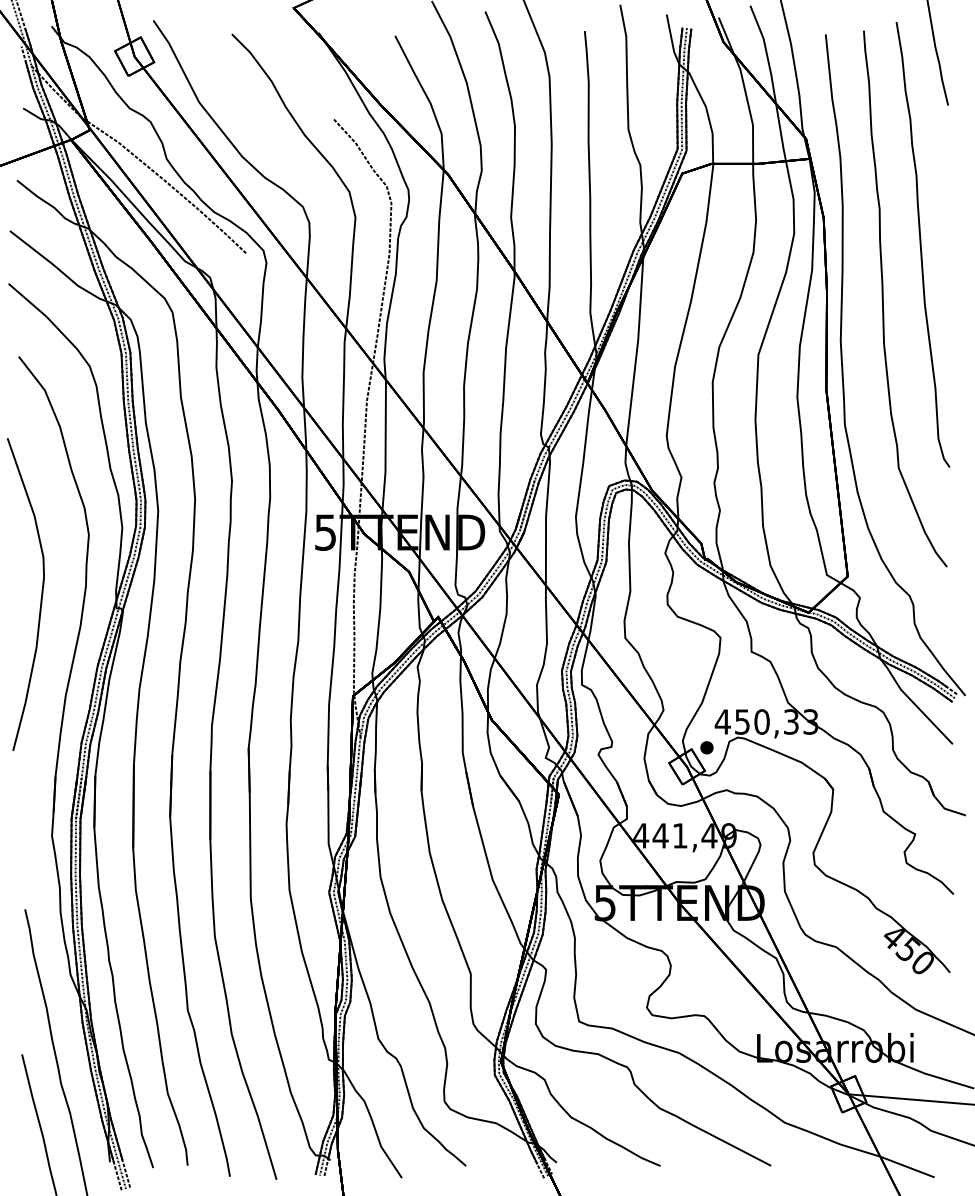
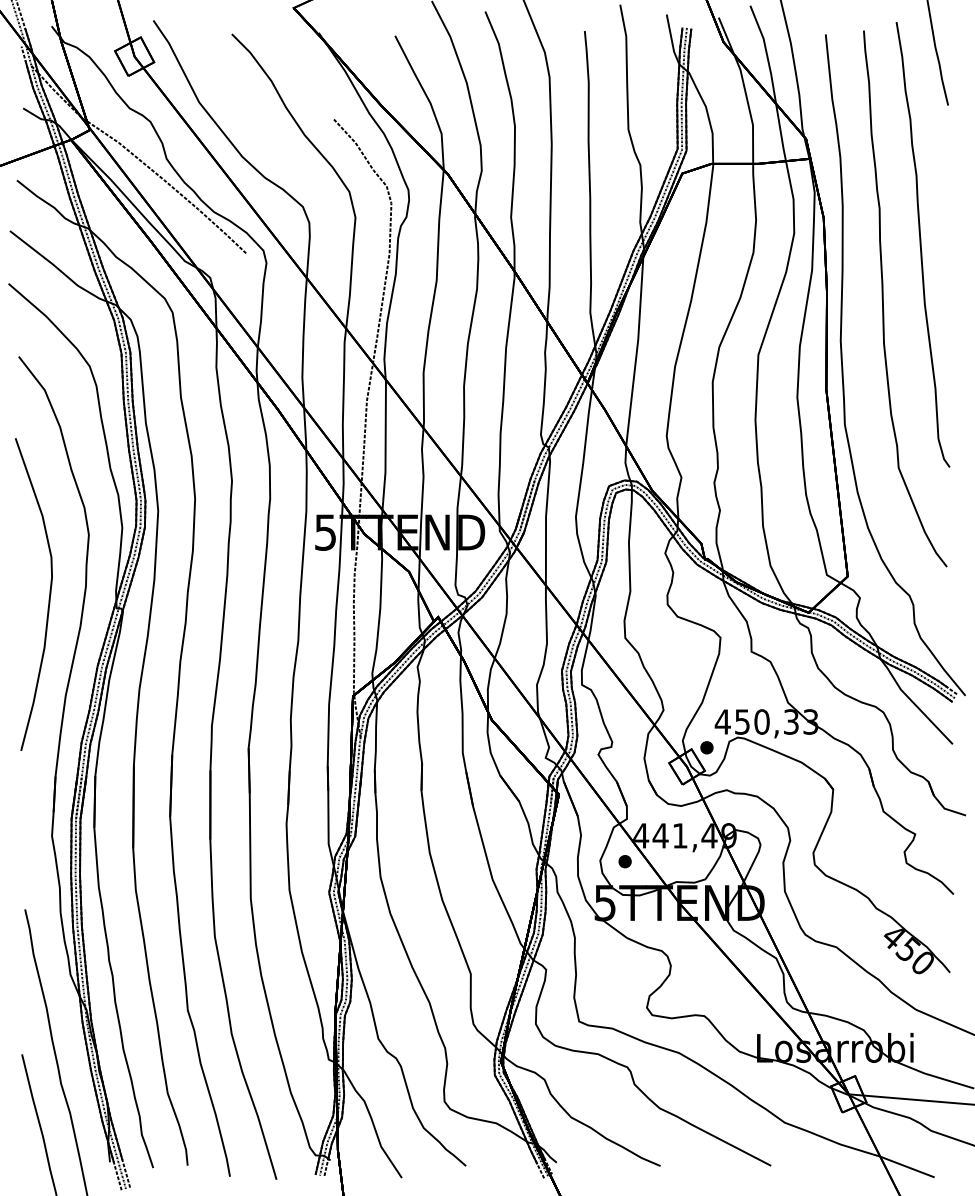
curve at (40, 598) position: (40, 598) -> (48, 598)
part at (624, 861): none -> present
